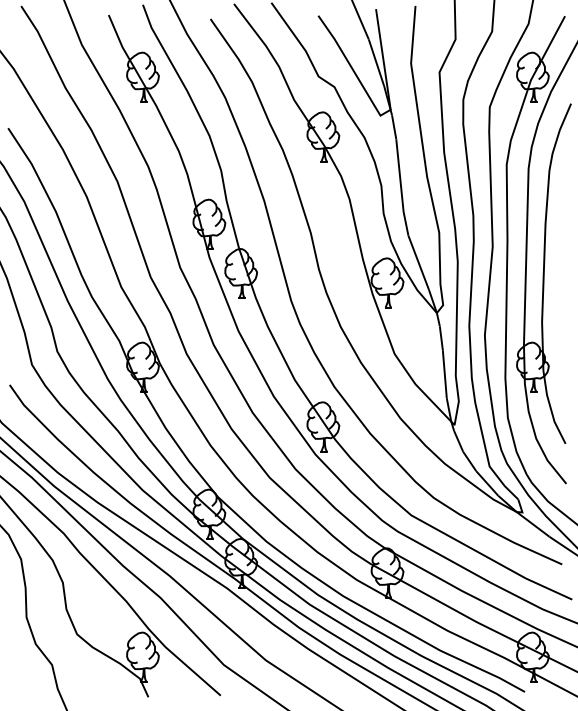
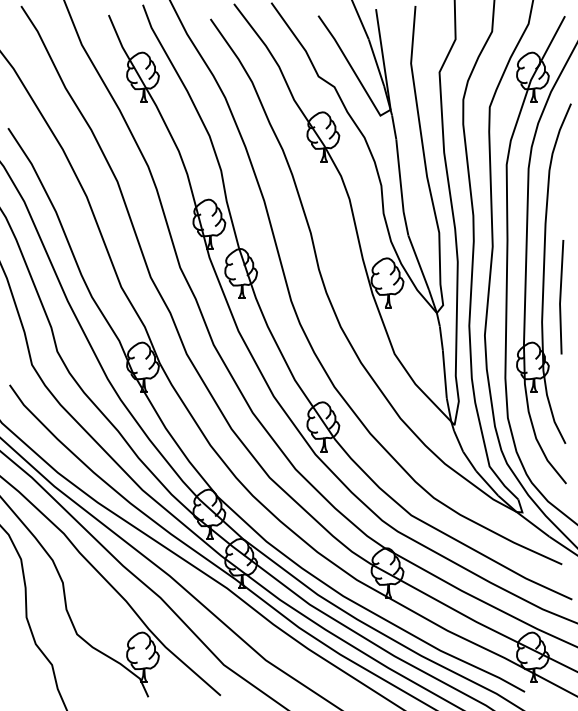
line at (561, 297): none -> present
